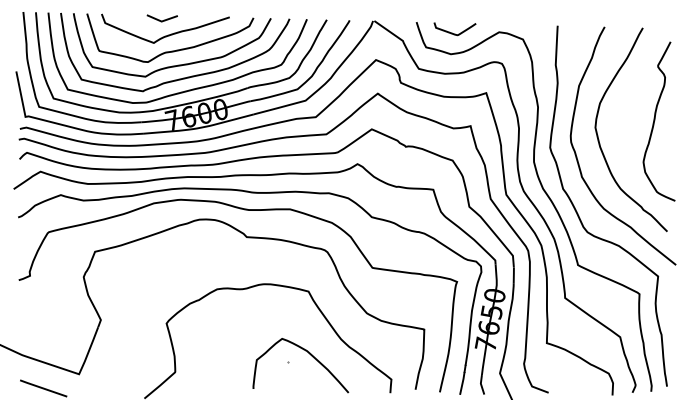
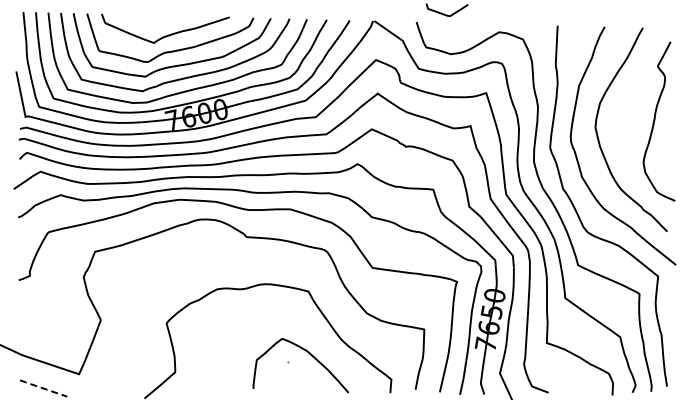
line at (161, 20): present -> none
curve at (452, 32) position: (452, 32) -> (444, 13)
line at (42, 388): solid -> dashed
